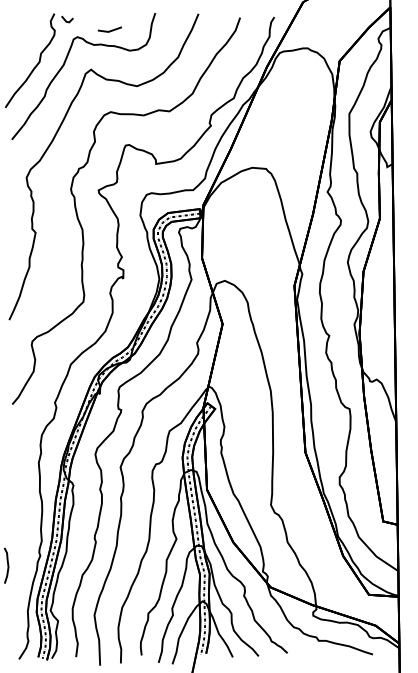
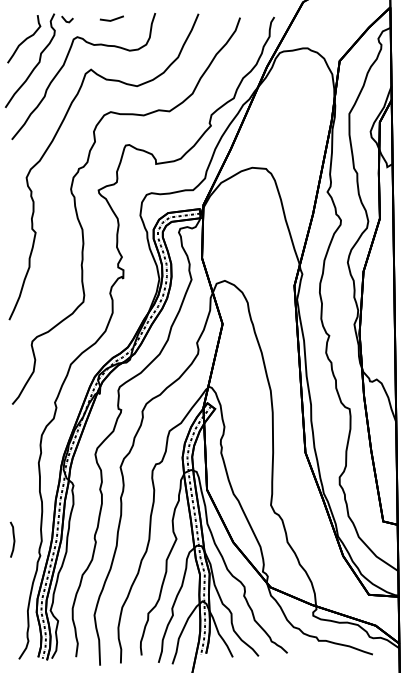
line at (109, 30) position: (109, 30) -> (111, 19)
curve at (24, 39): none -> present
curve at (7, 565) position: (7, 565) -> (13, 539)
